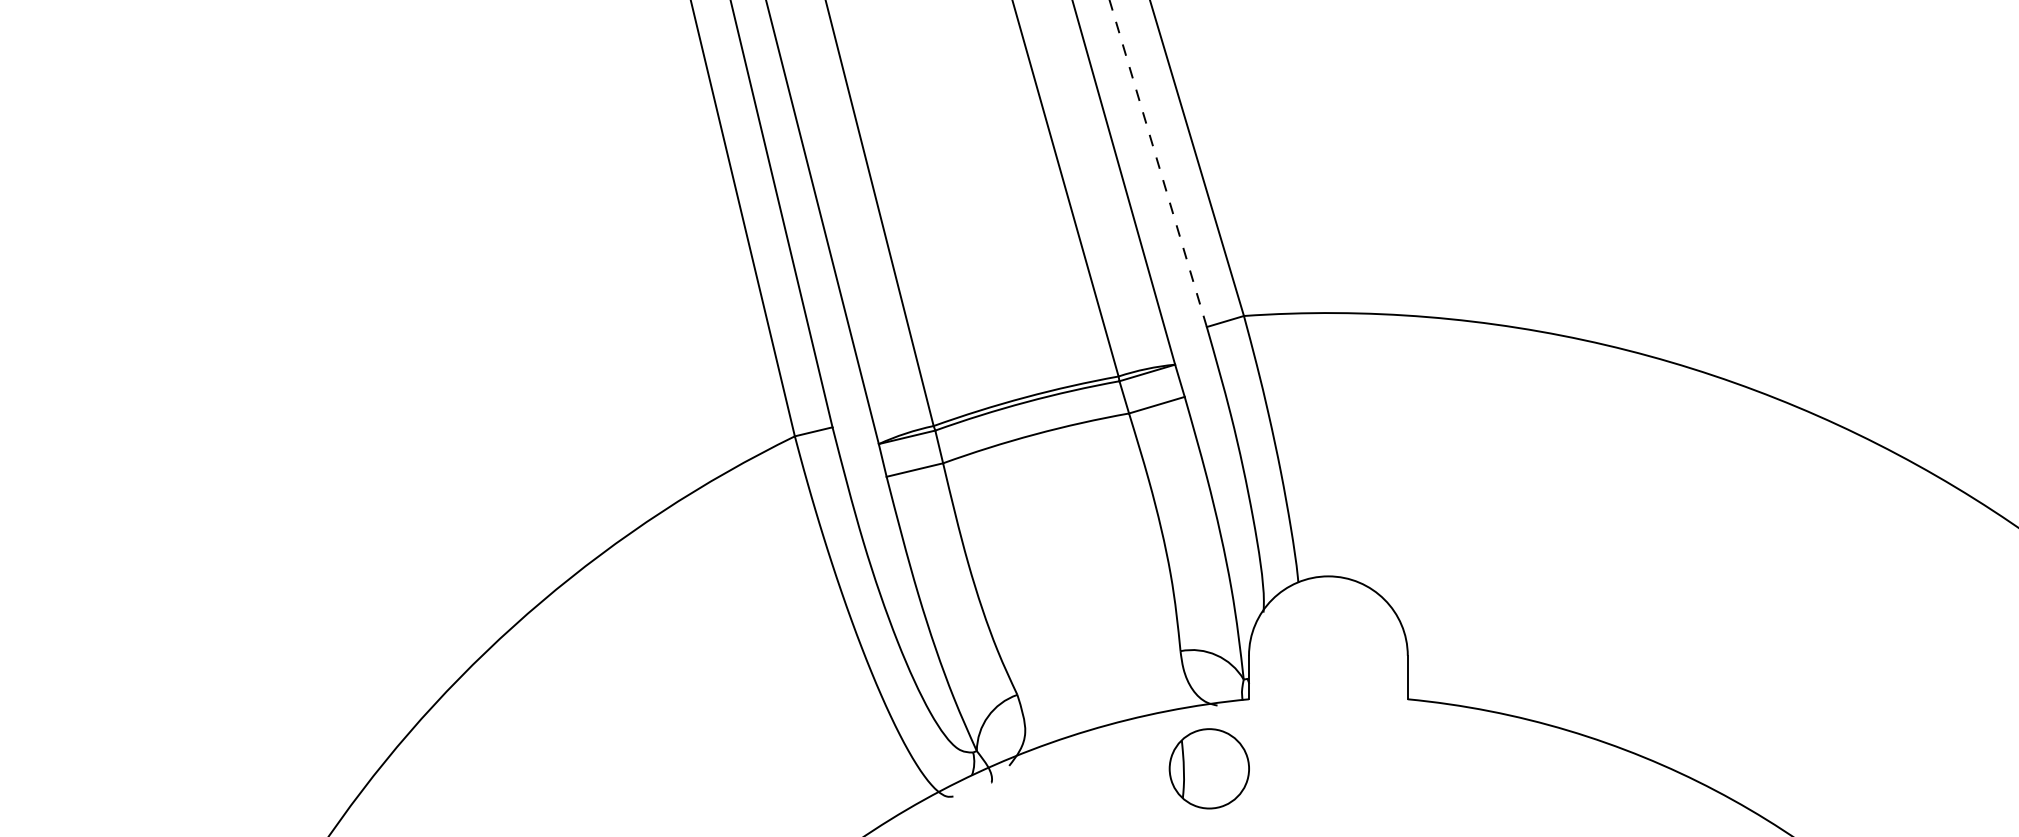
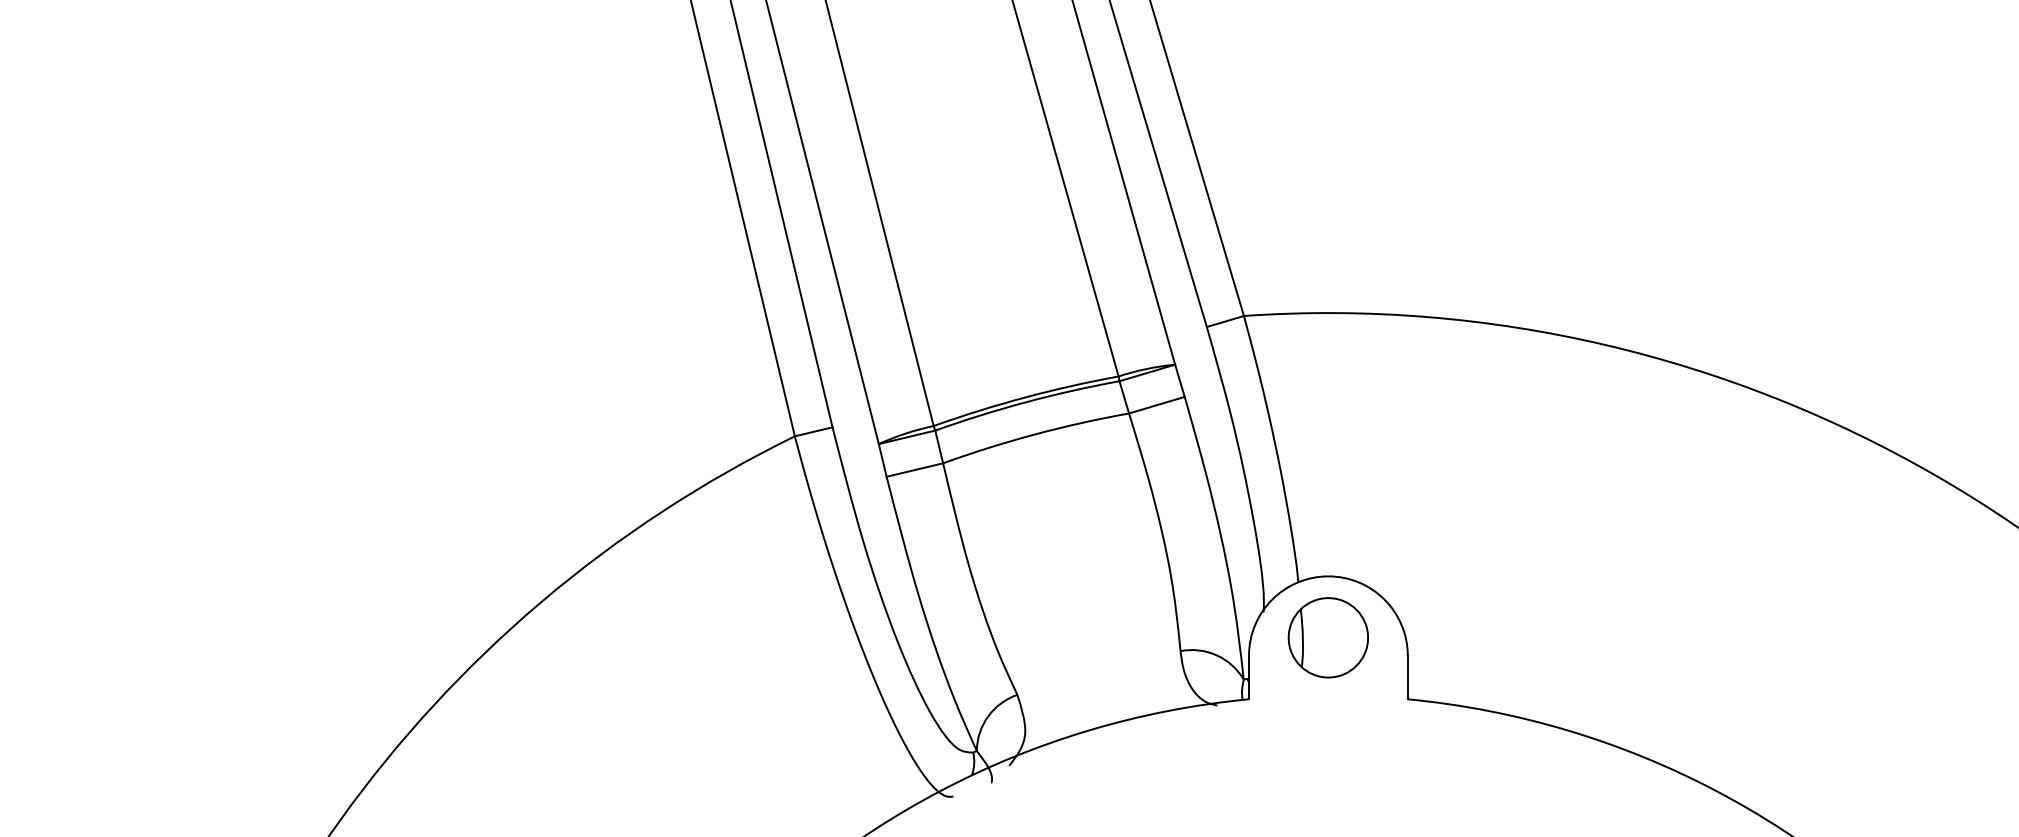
line at (1158, 163): dashed -> solid
part at (1208, 768) position: (1208, 768) -> (1327, 637)
